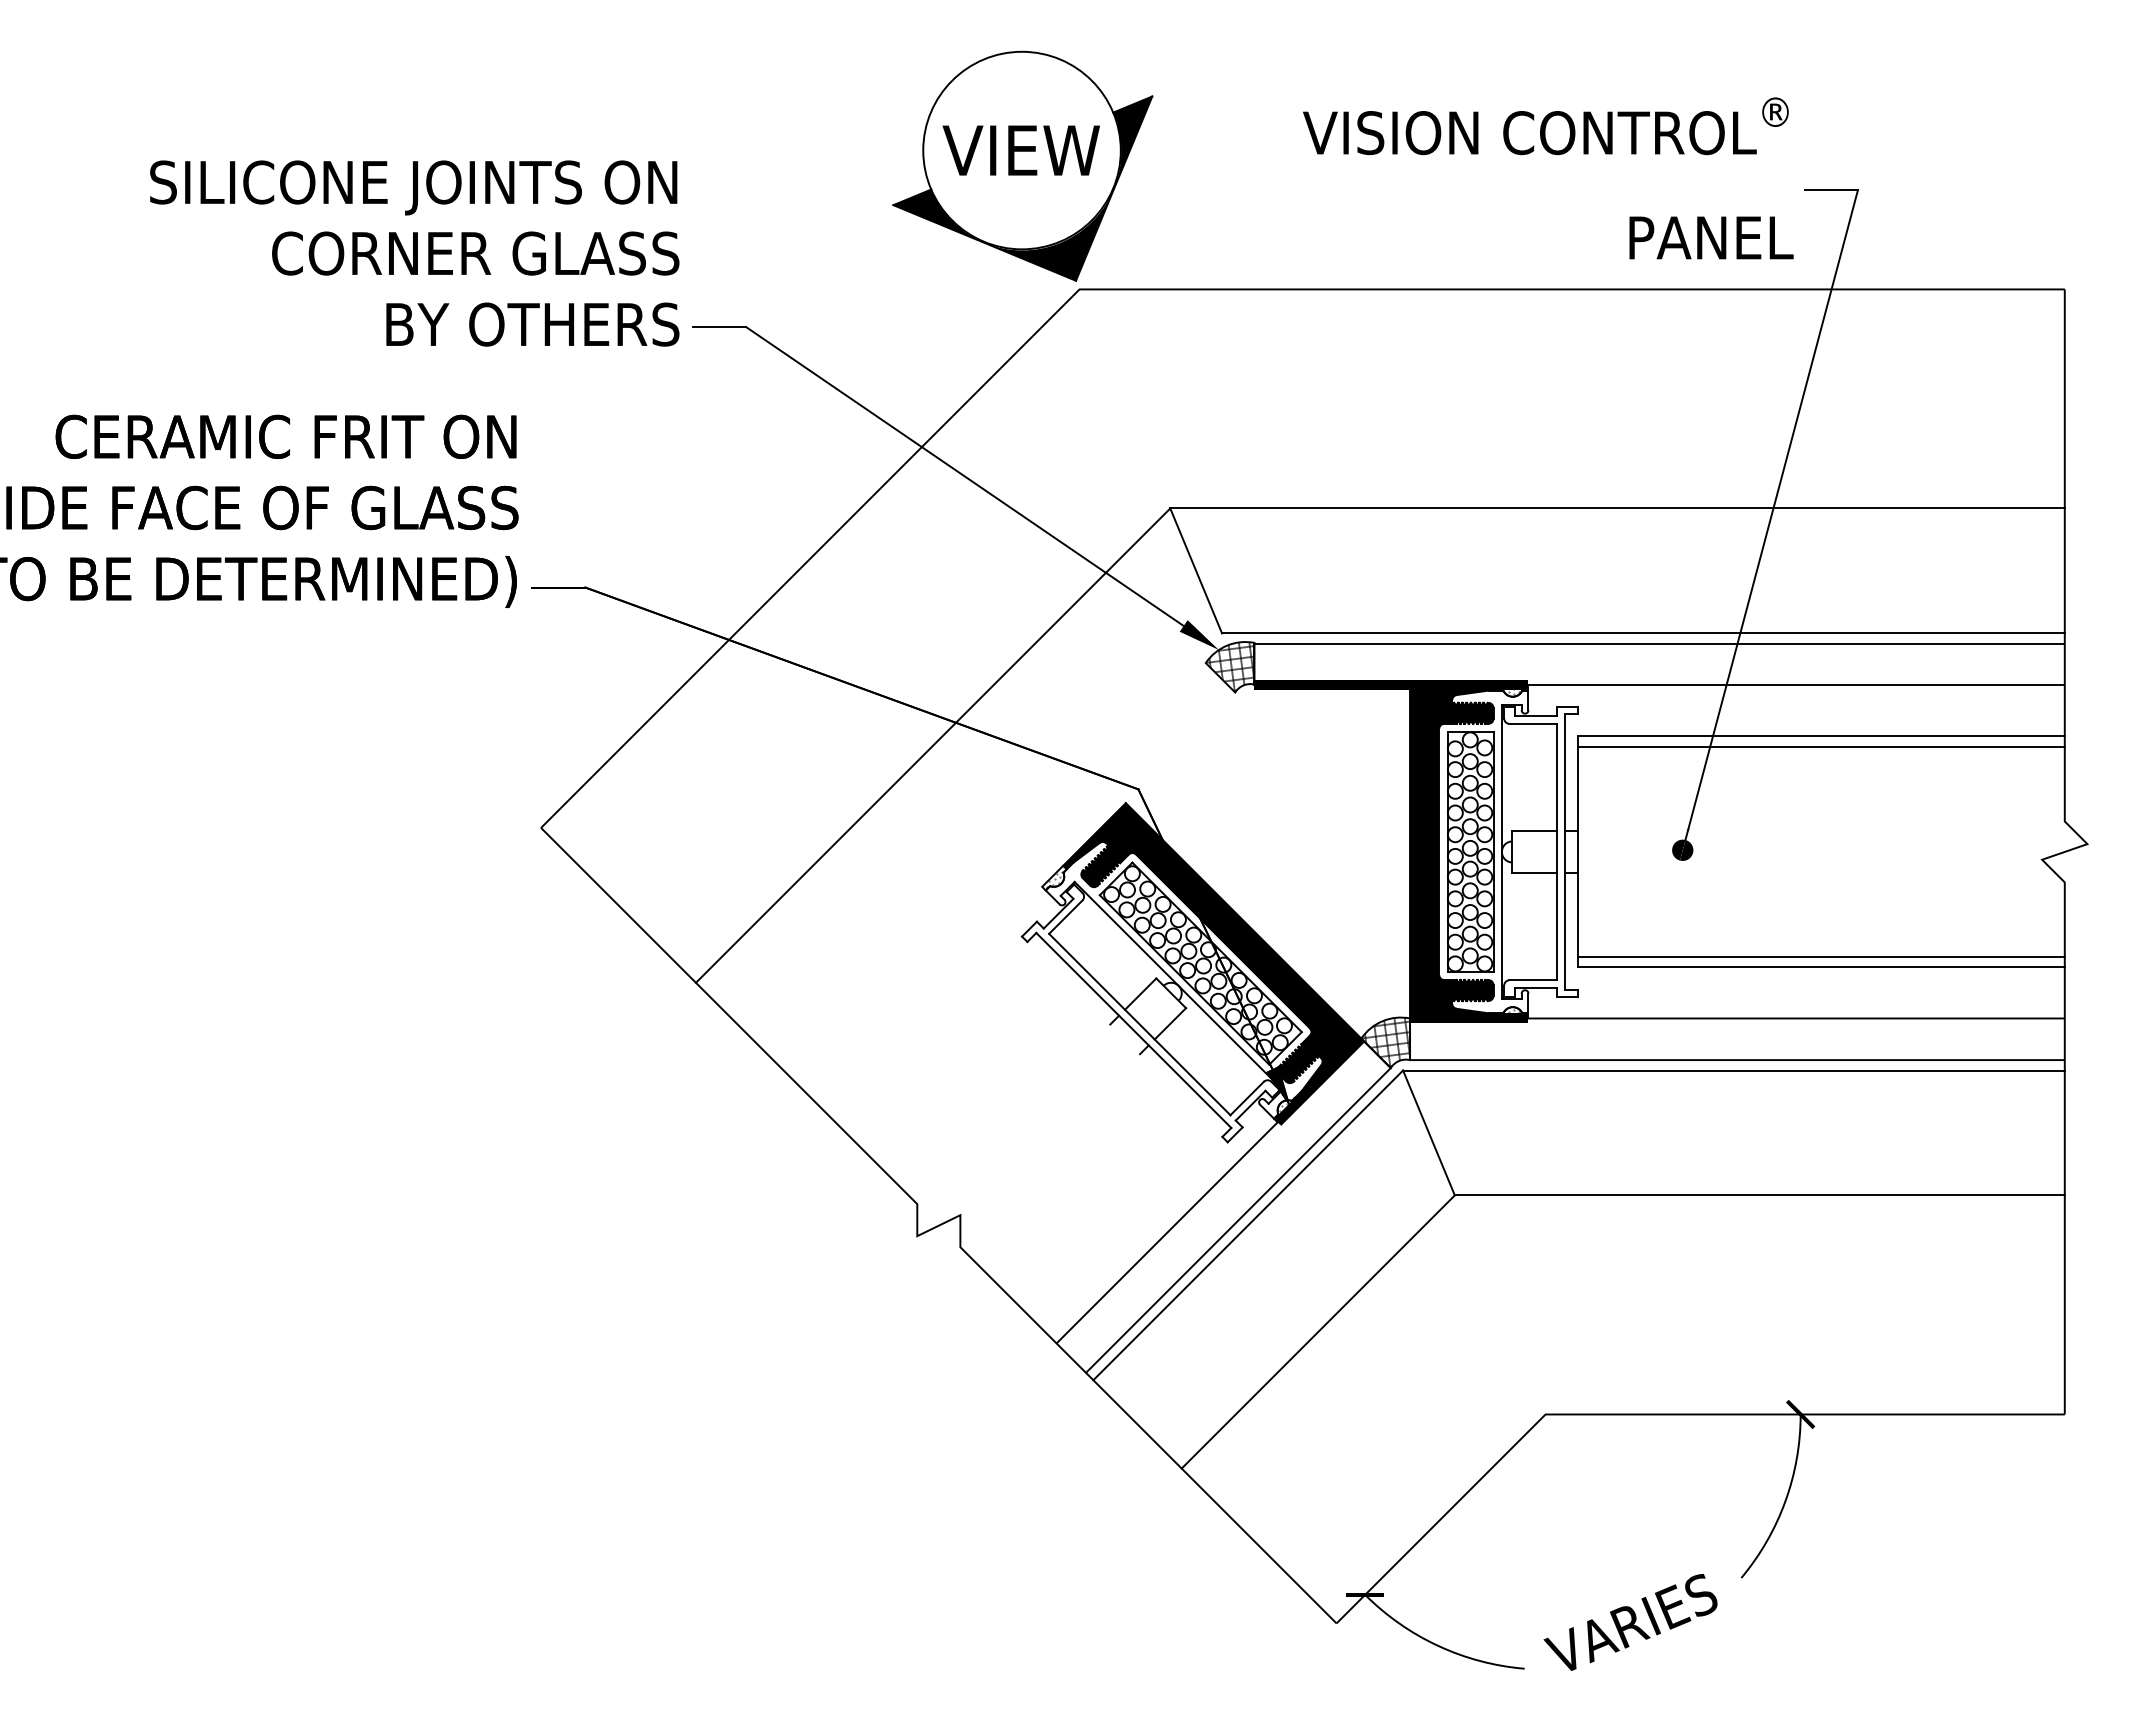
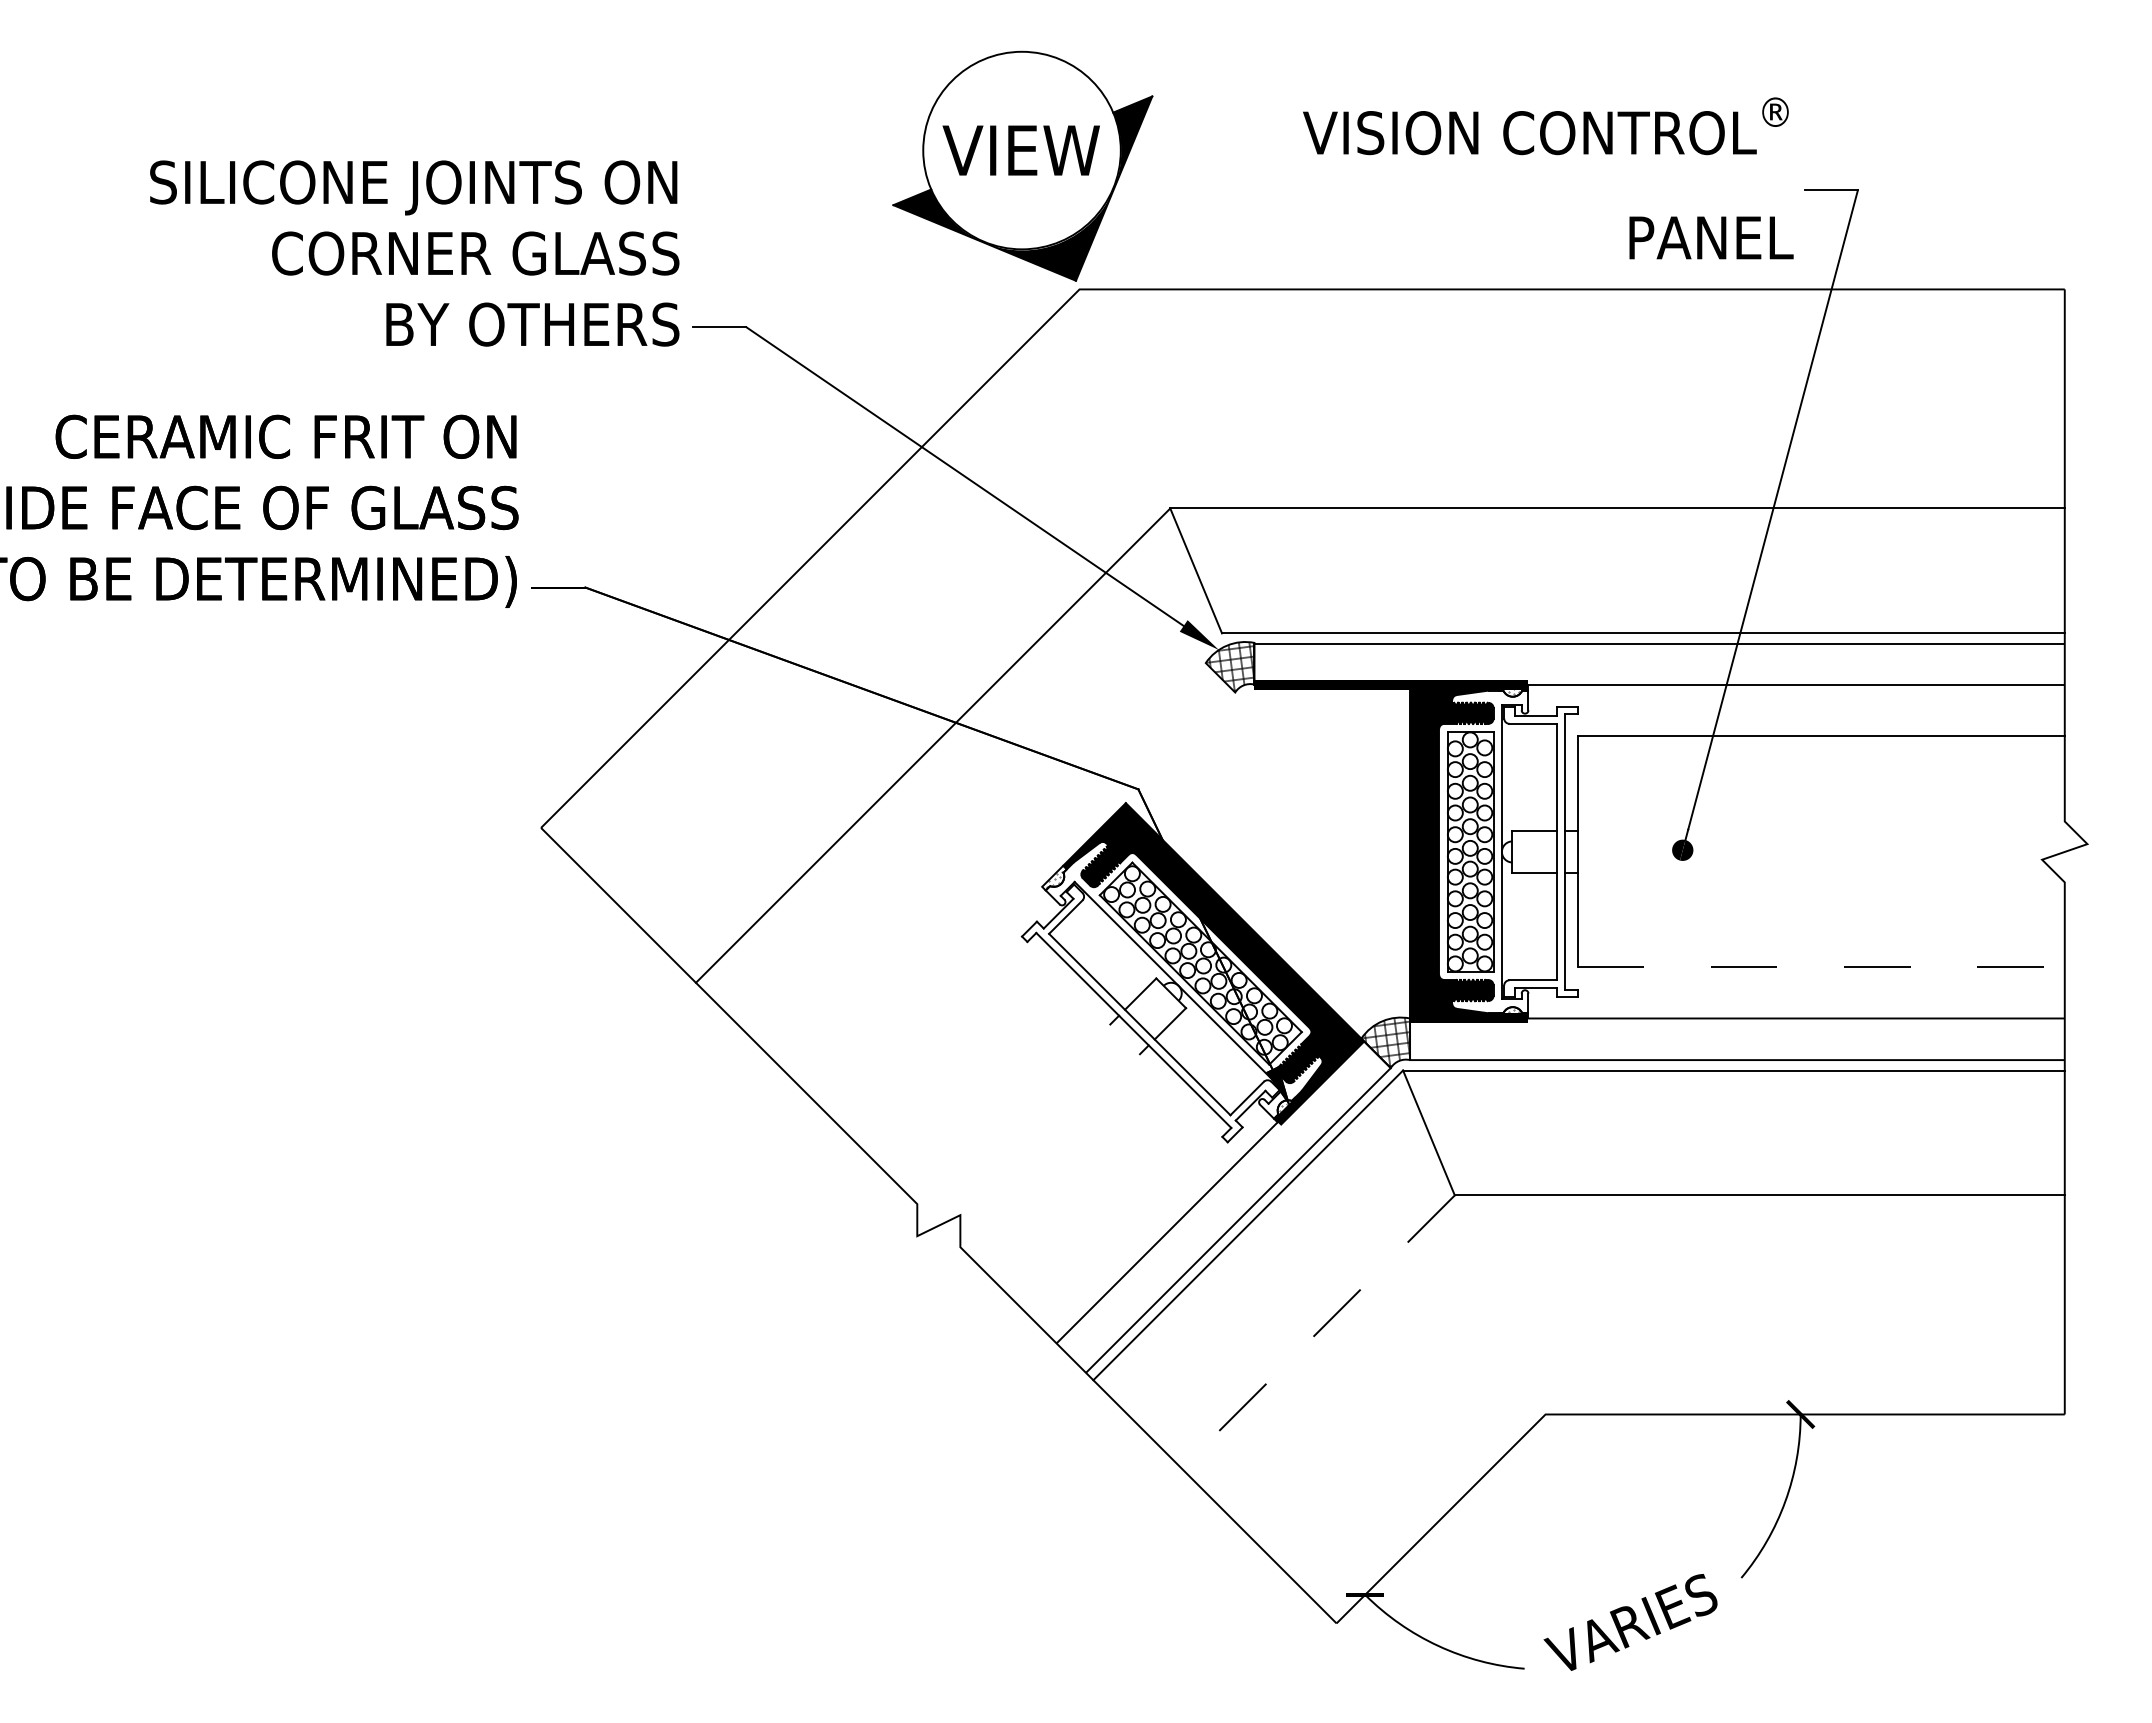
line at (1820, 746): present -> none
line at (1820, 956): present -> none
line at (1821, 967): solid -> dashed
line at (1317, 1332): solid -> dashed
